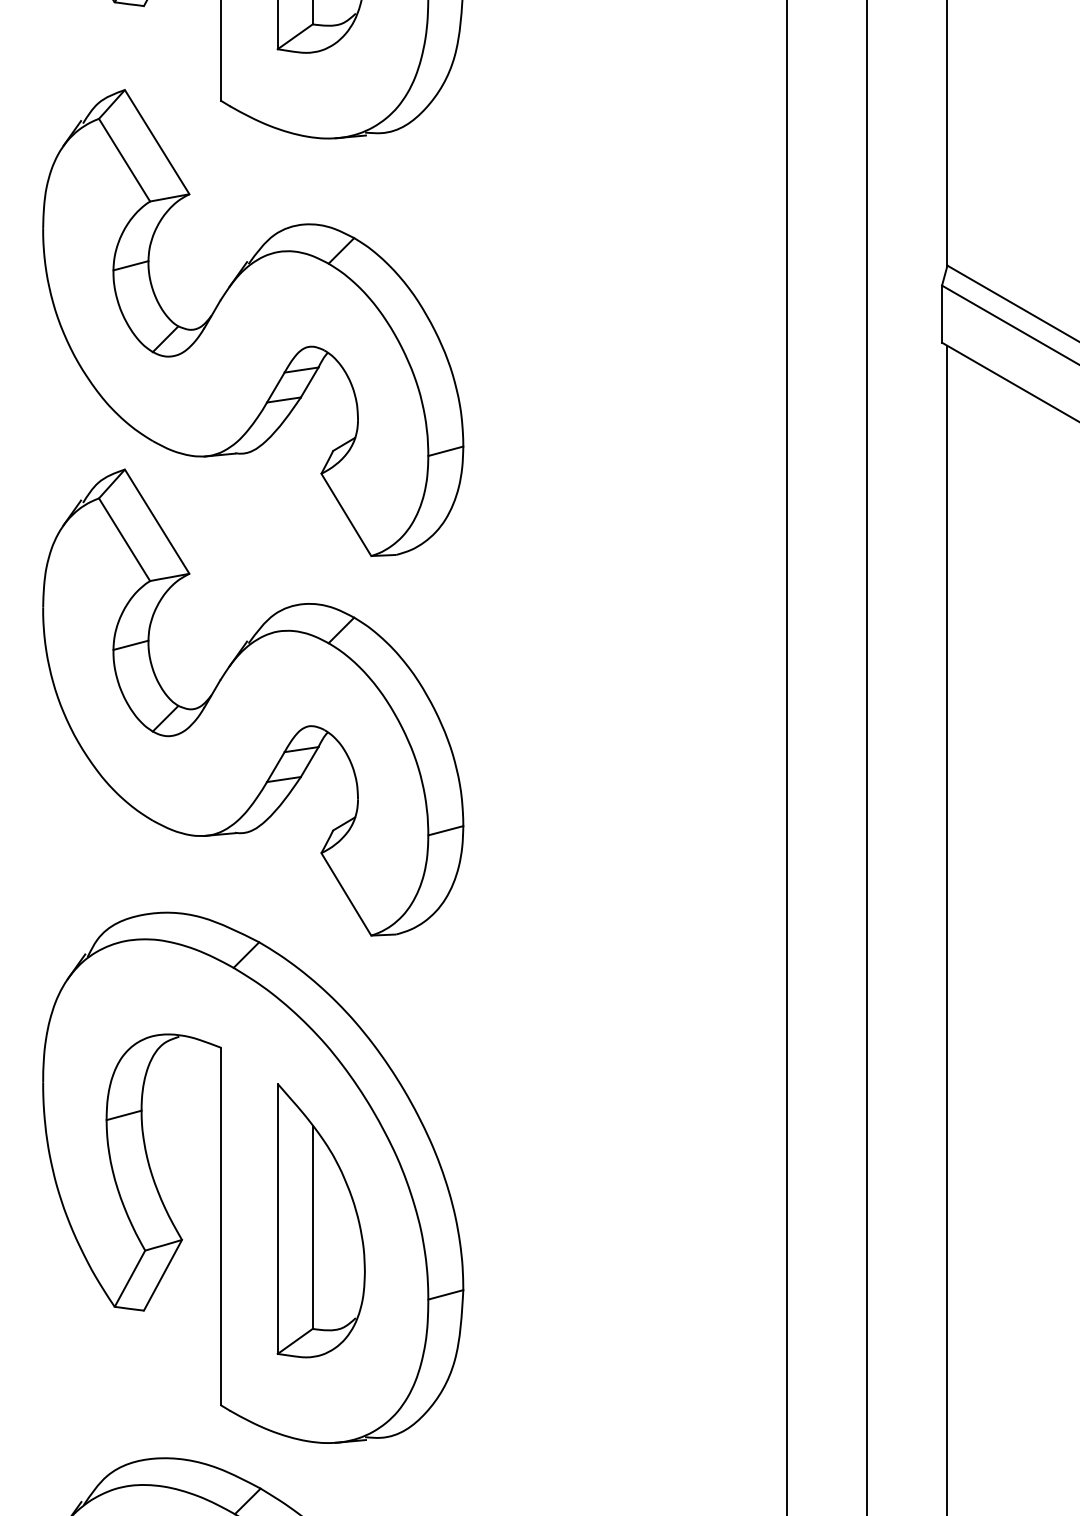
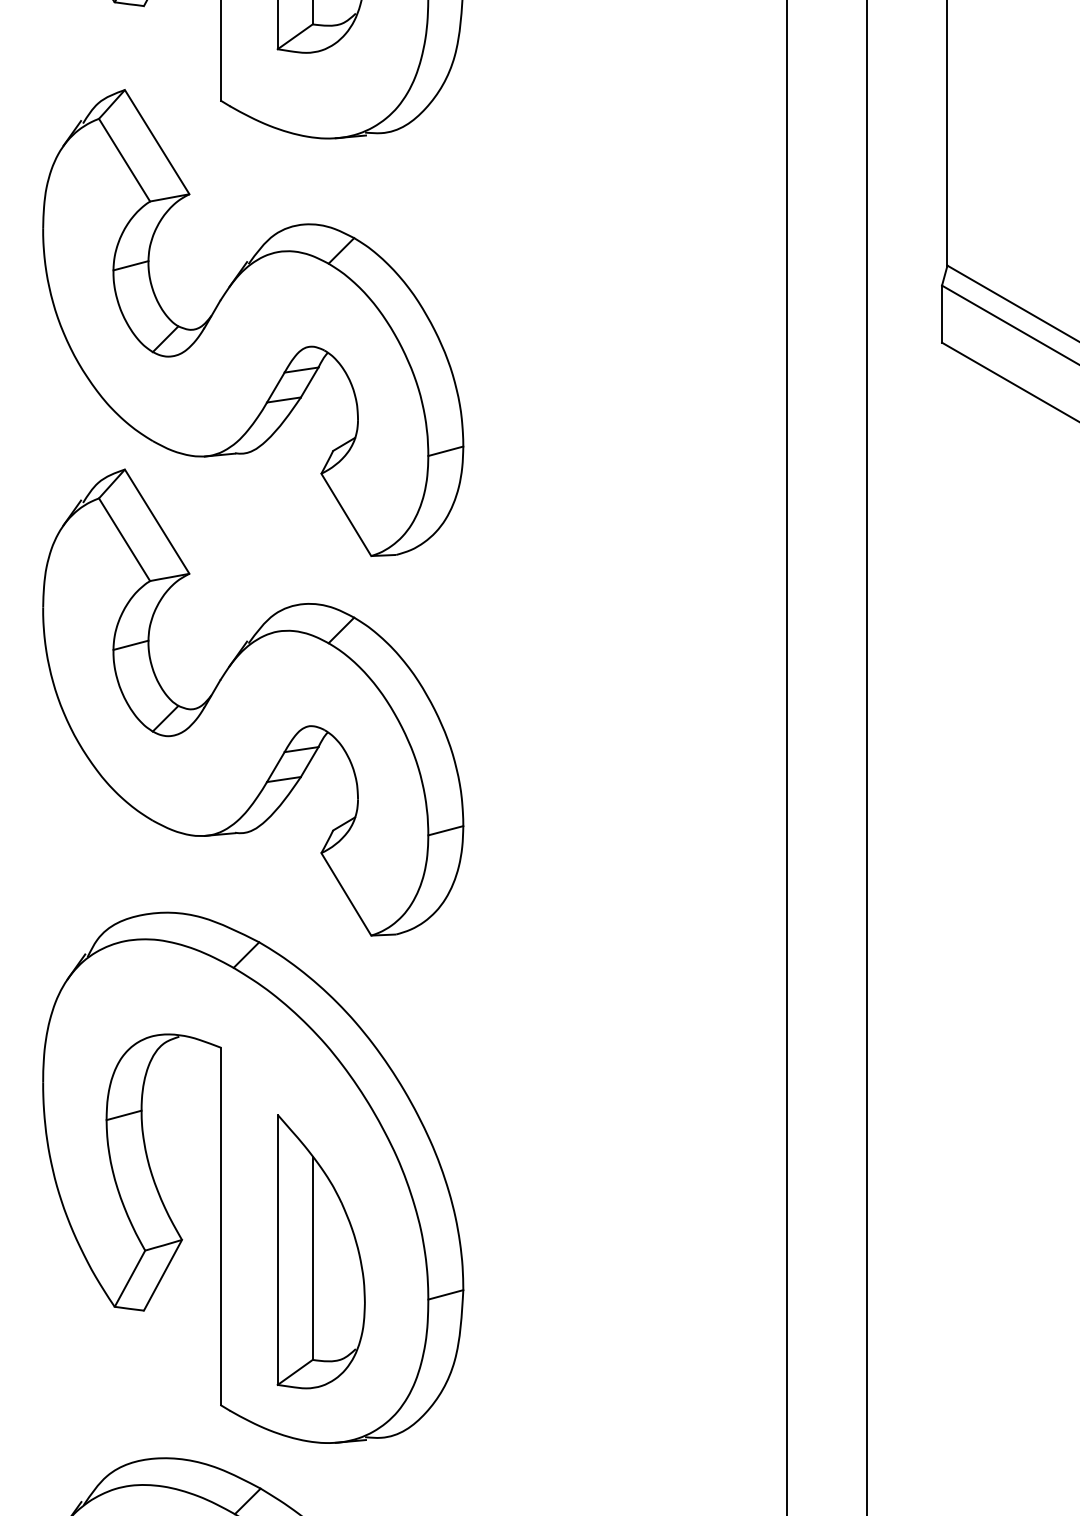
line at (947, 928): present -> none
part at (320, 1220) position: (320, 1220) -> (320, 1251)
